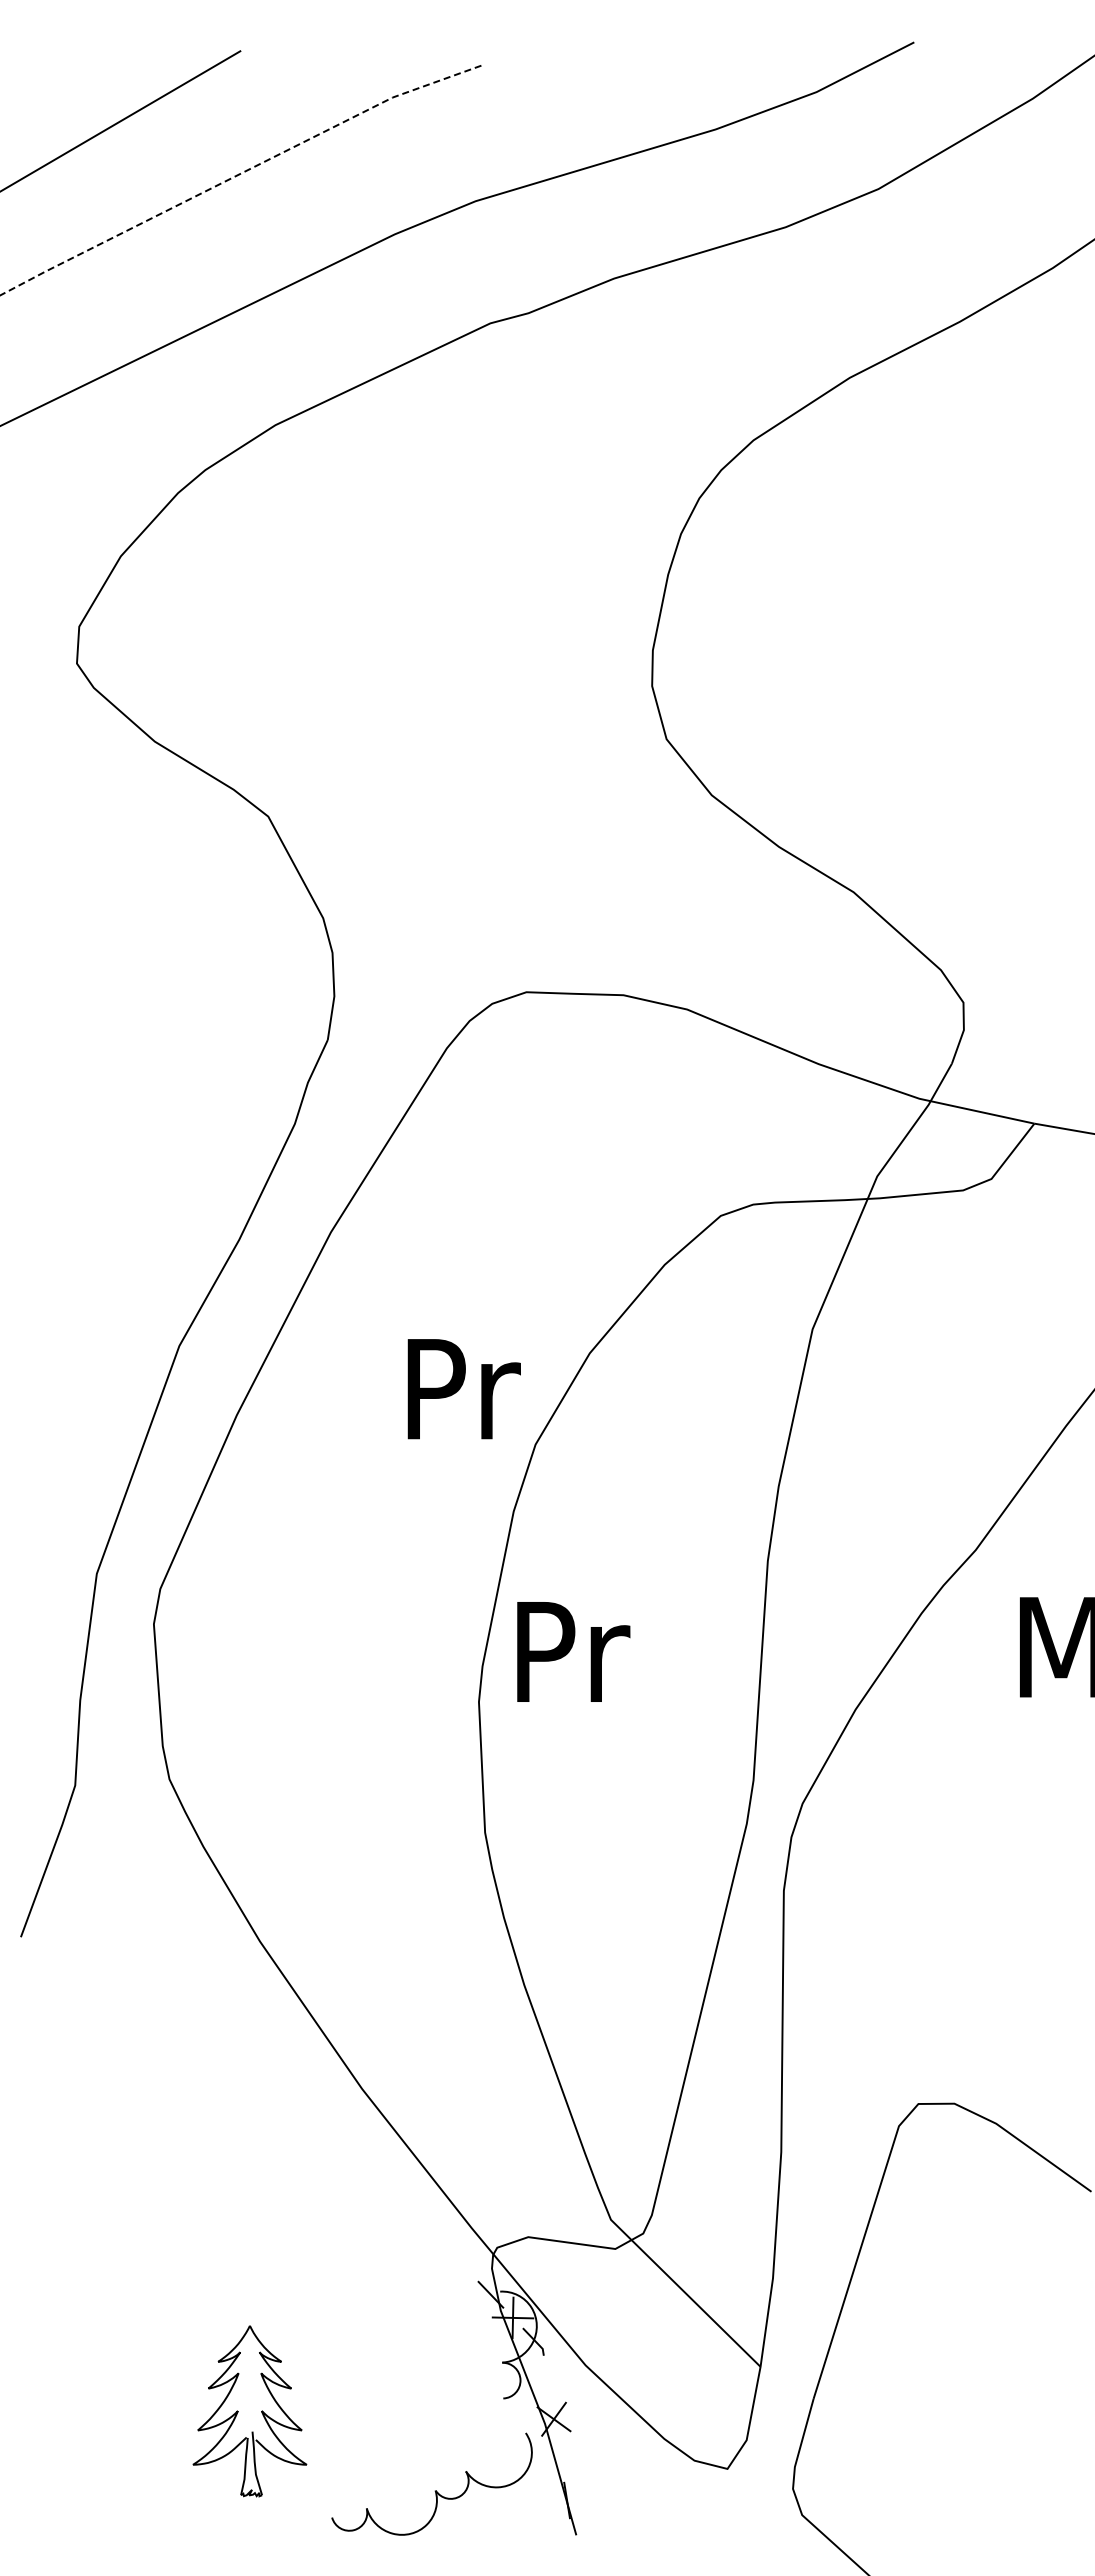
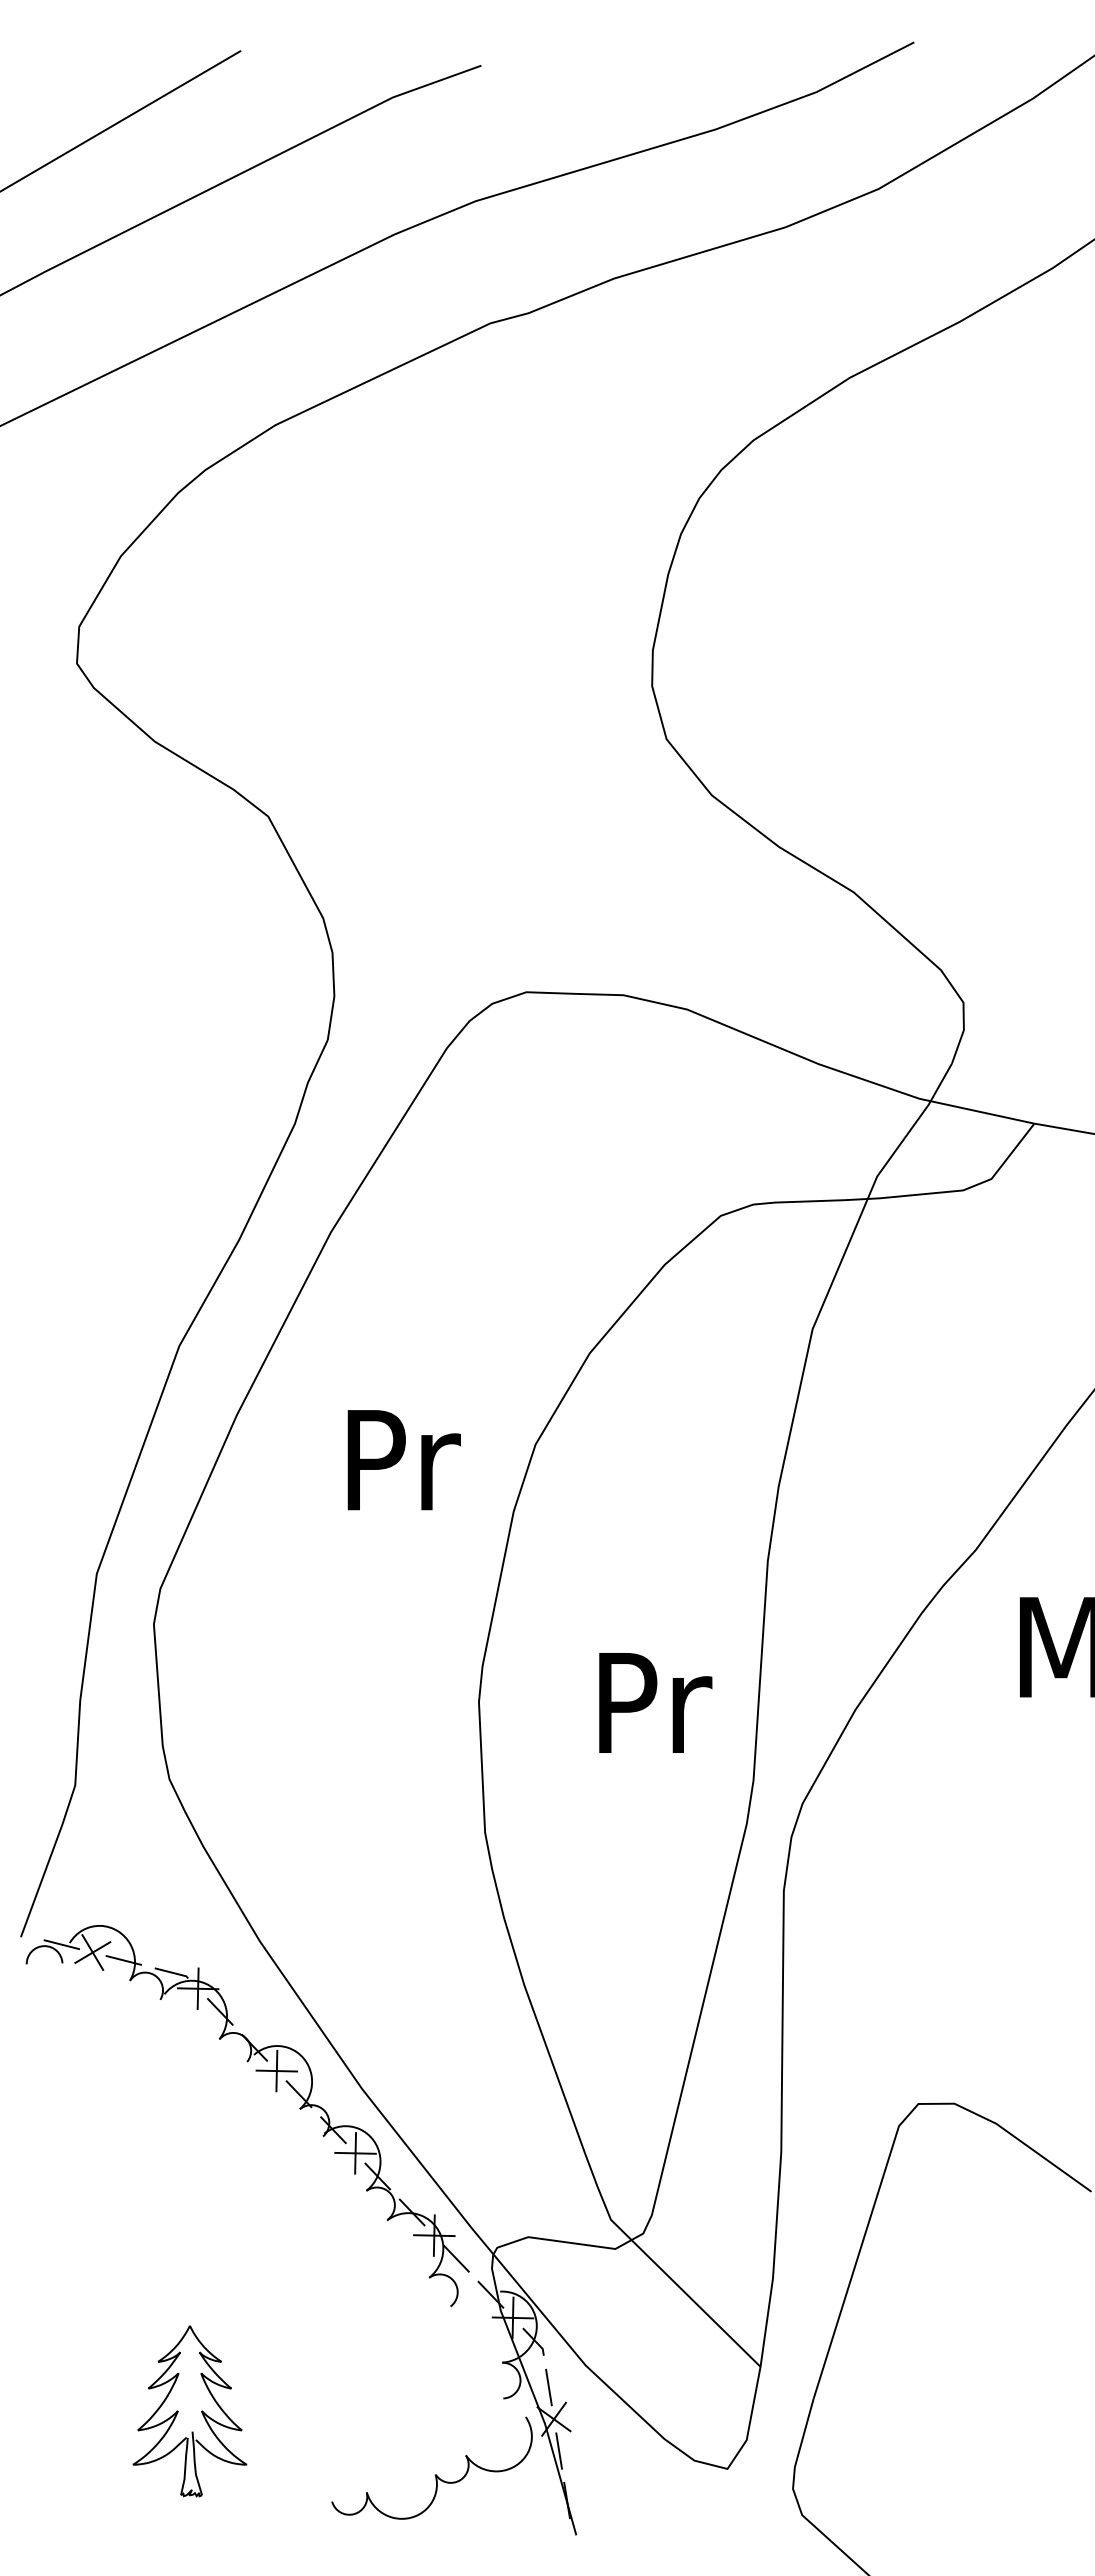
line at (238, 174): dashed -> solid
text at (463, 1389) position: (463, 1389) -> (403, 1460)
text at (573, 1651) position: (573, 1651) -> (655, 1702)
part at (275, 2092): none -> present
line at (548, 2387): none -> present
part at (249, 2411) position: (249, 2411) -> (189, 2411)
line at (558, 2450): none -> present
part at (435, 2490) position: (435, 2490) -> (435, 2474)
